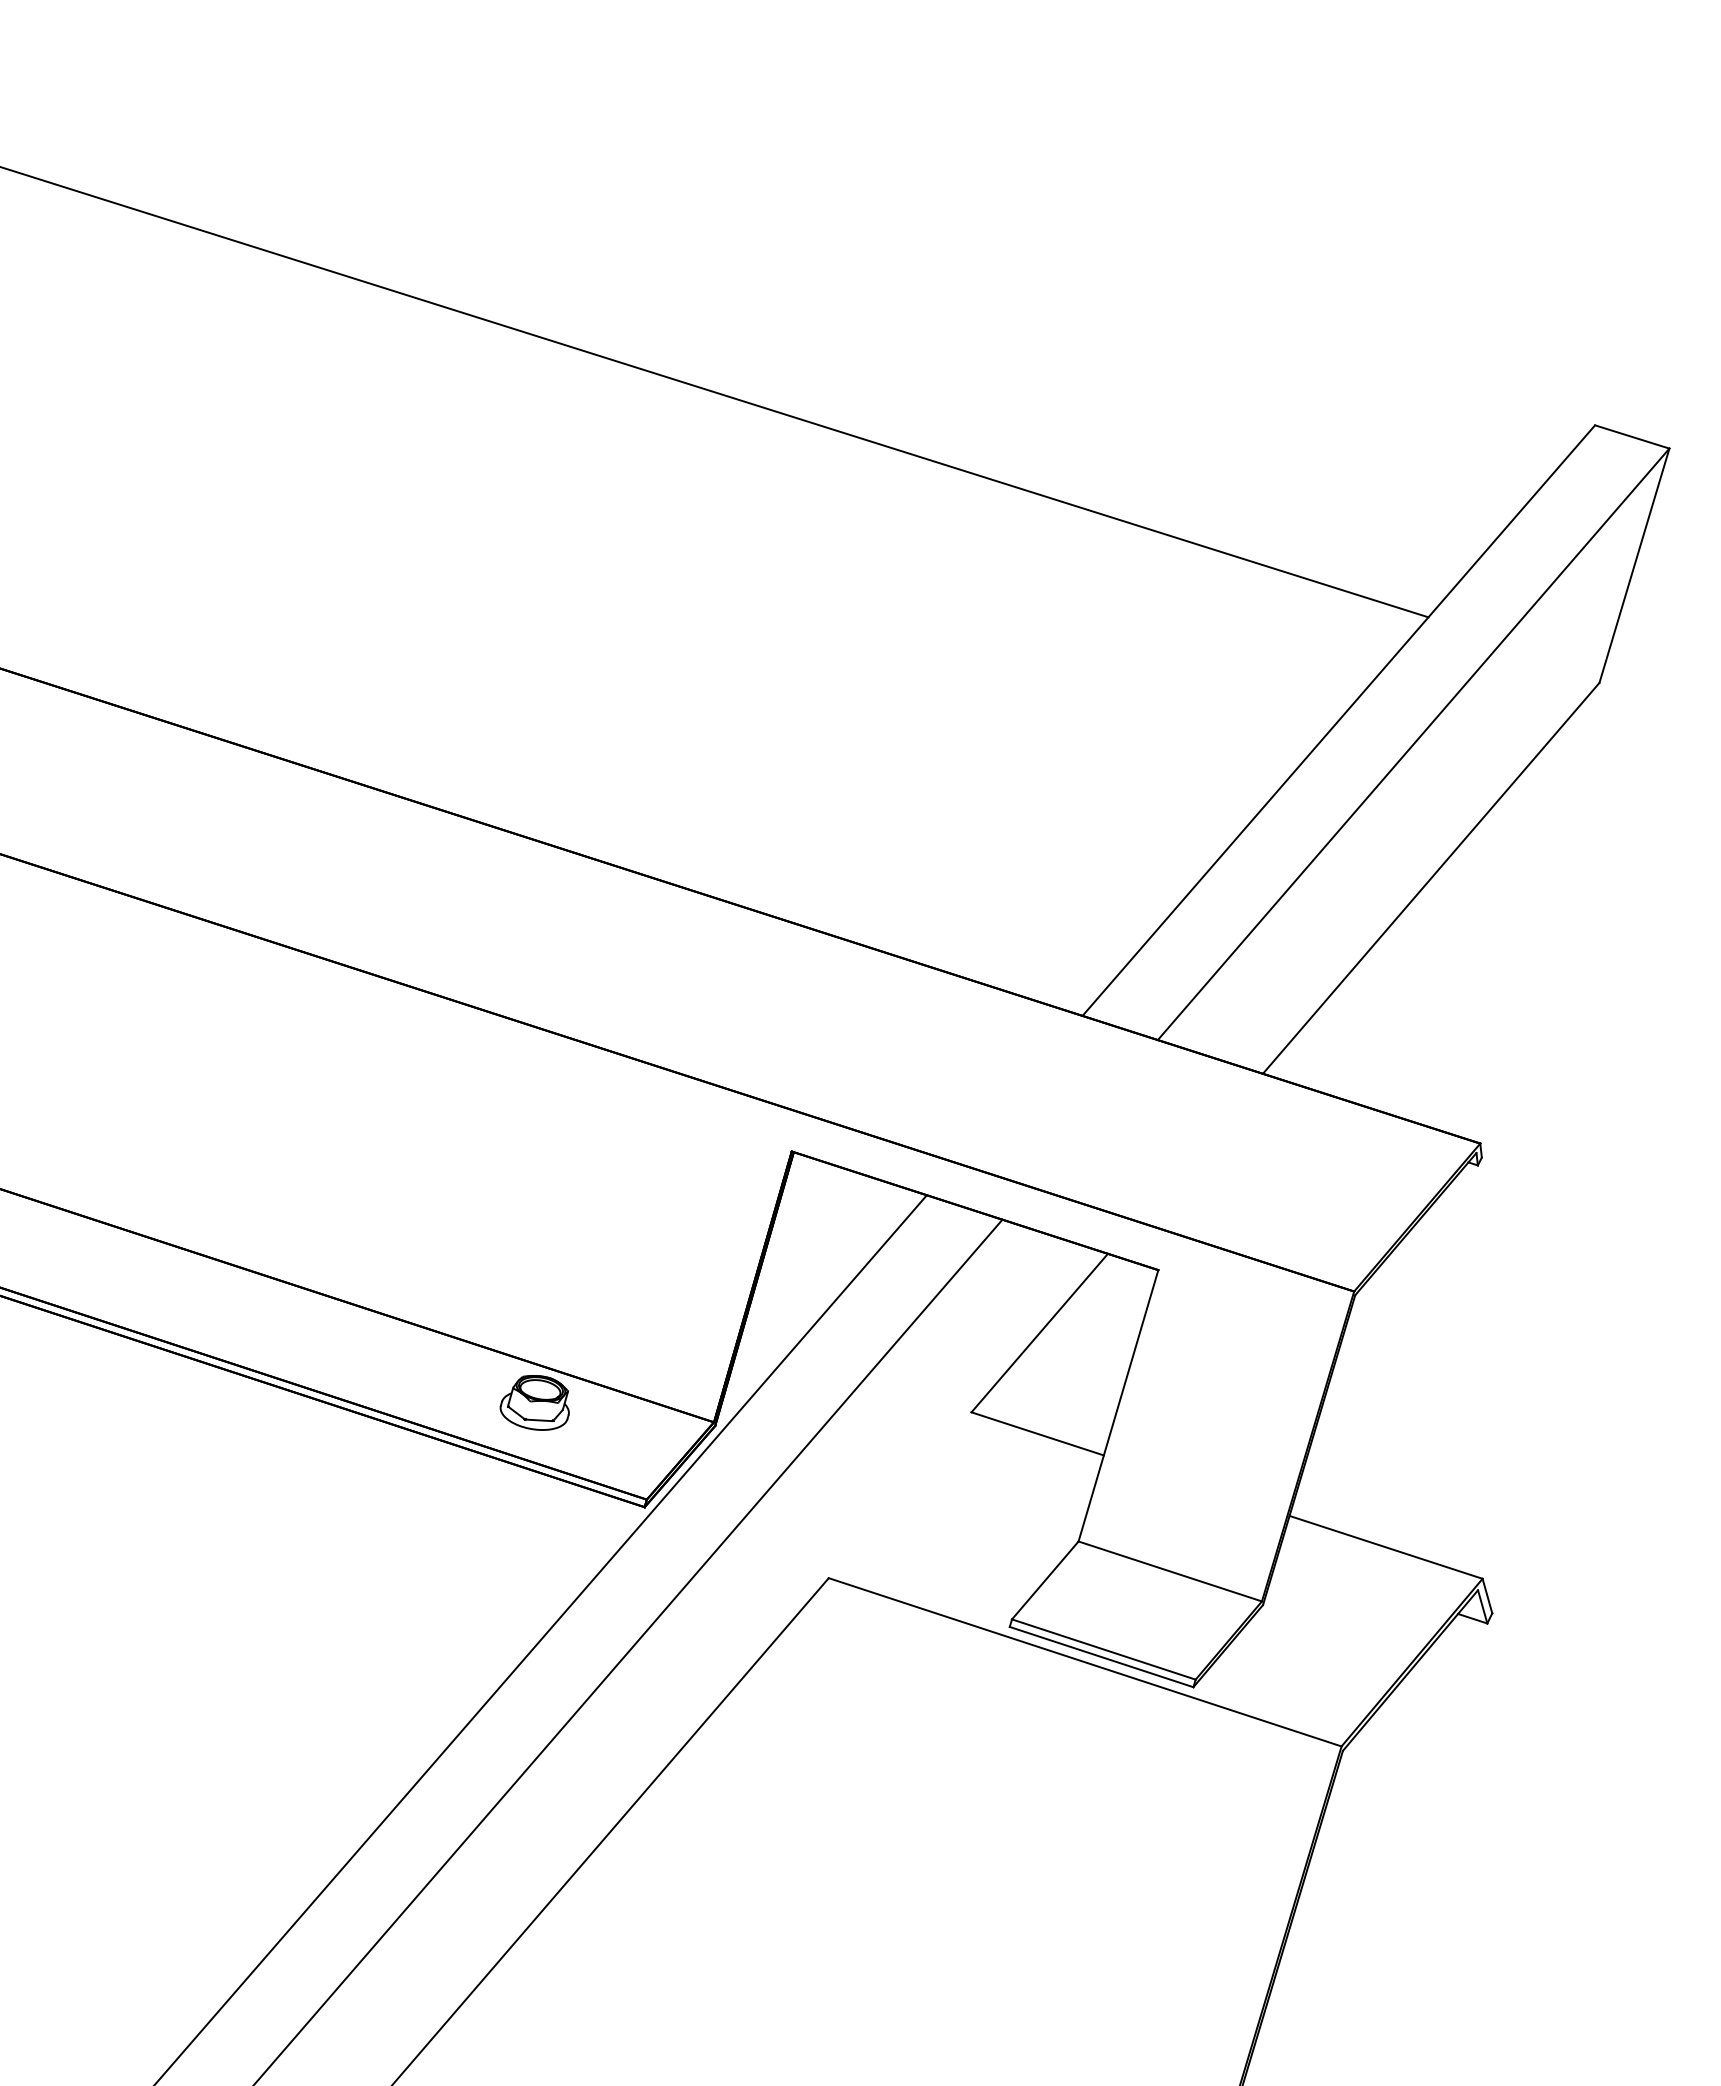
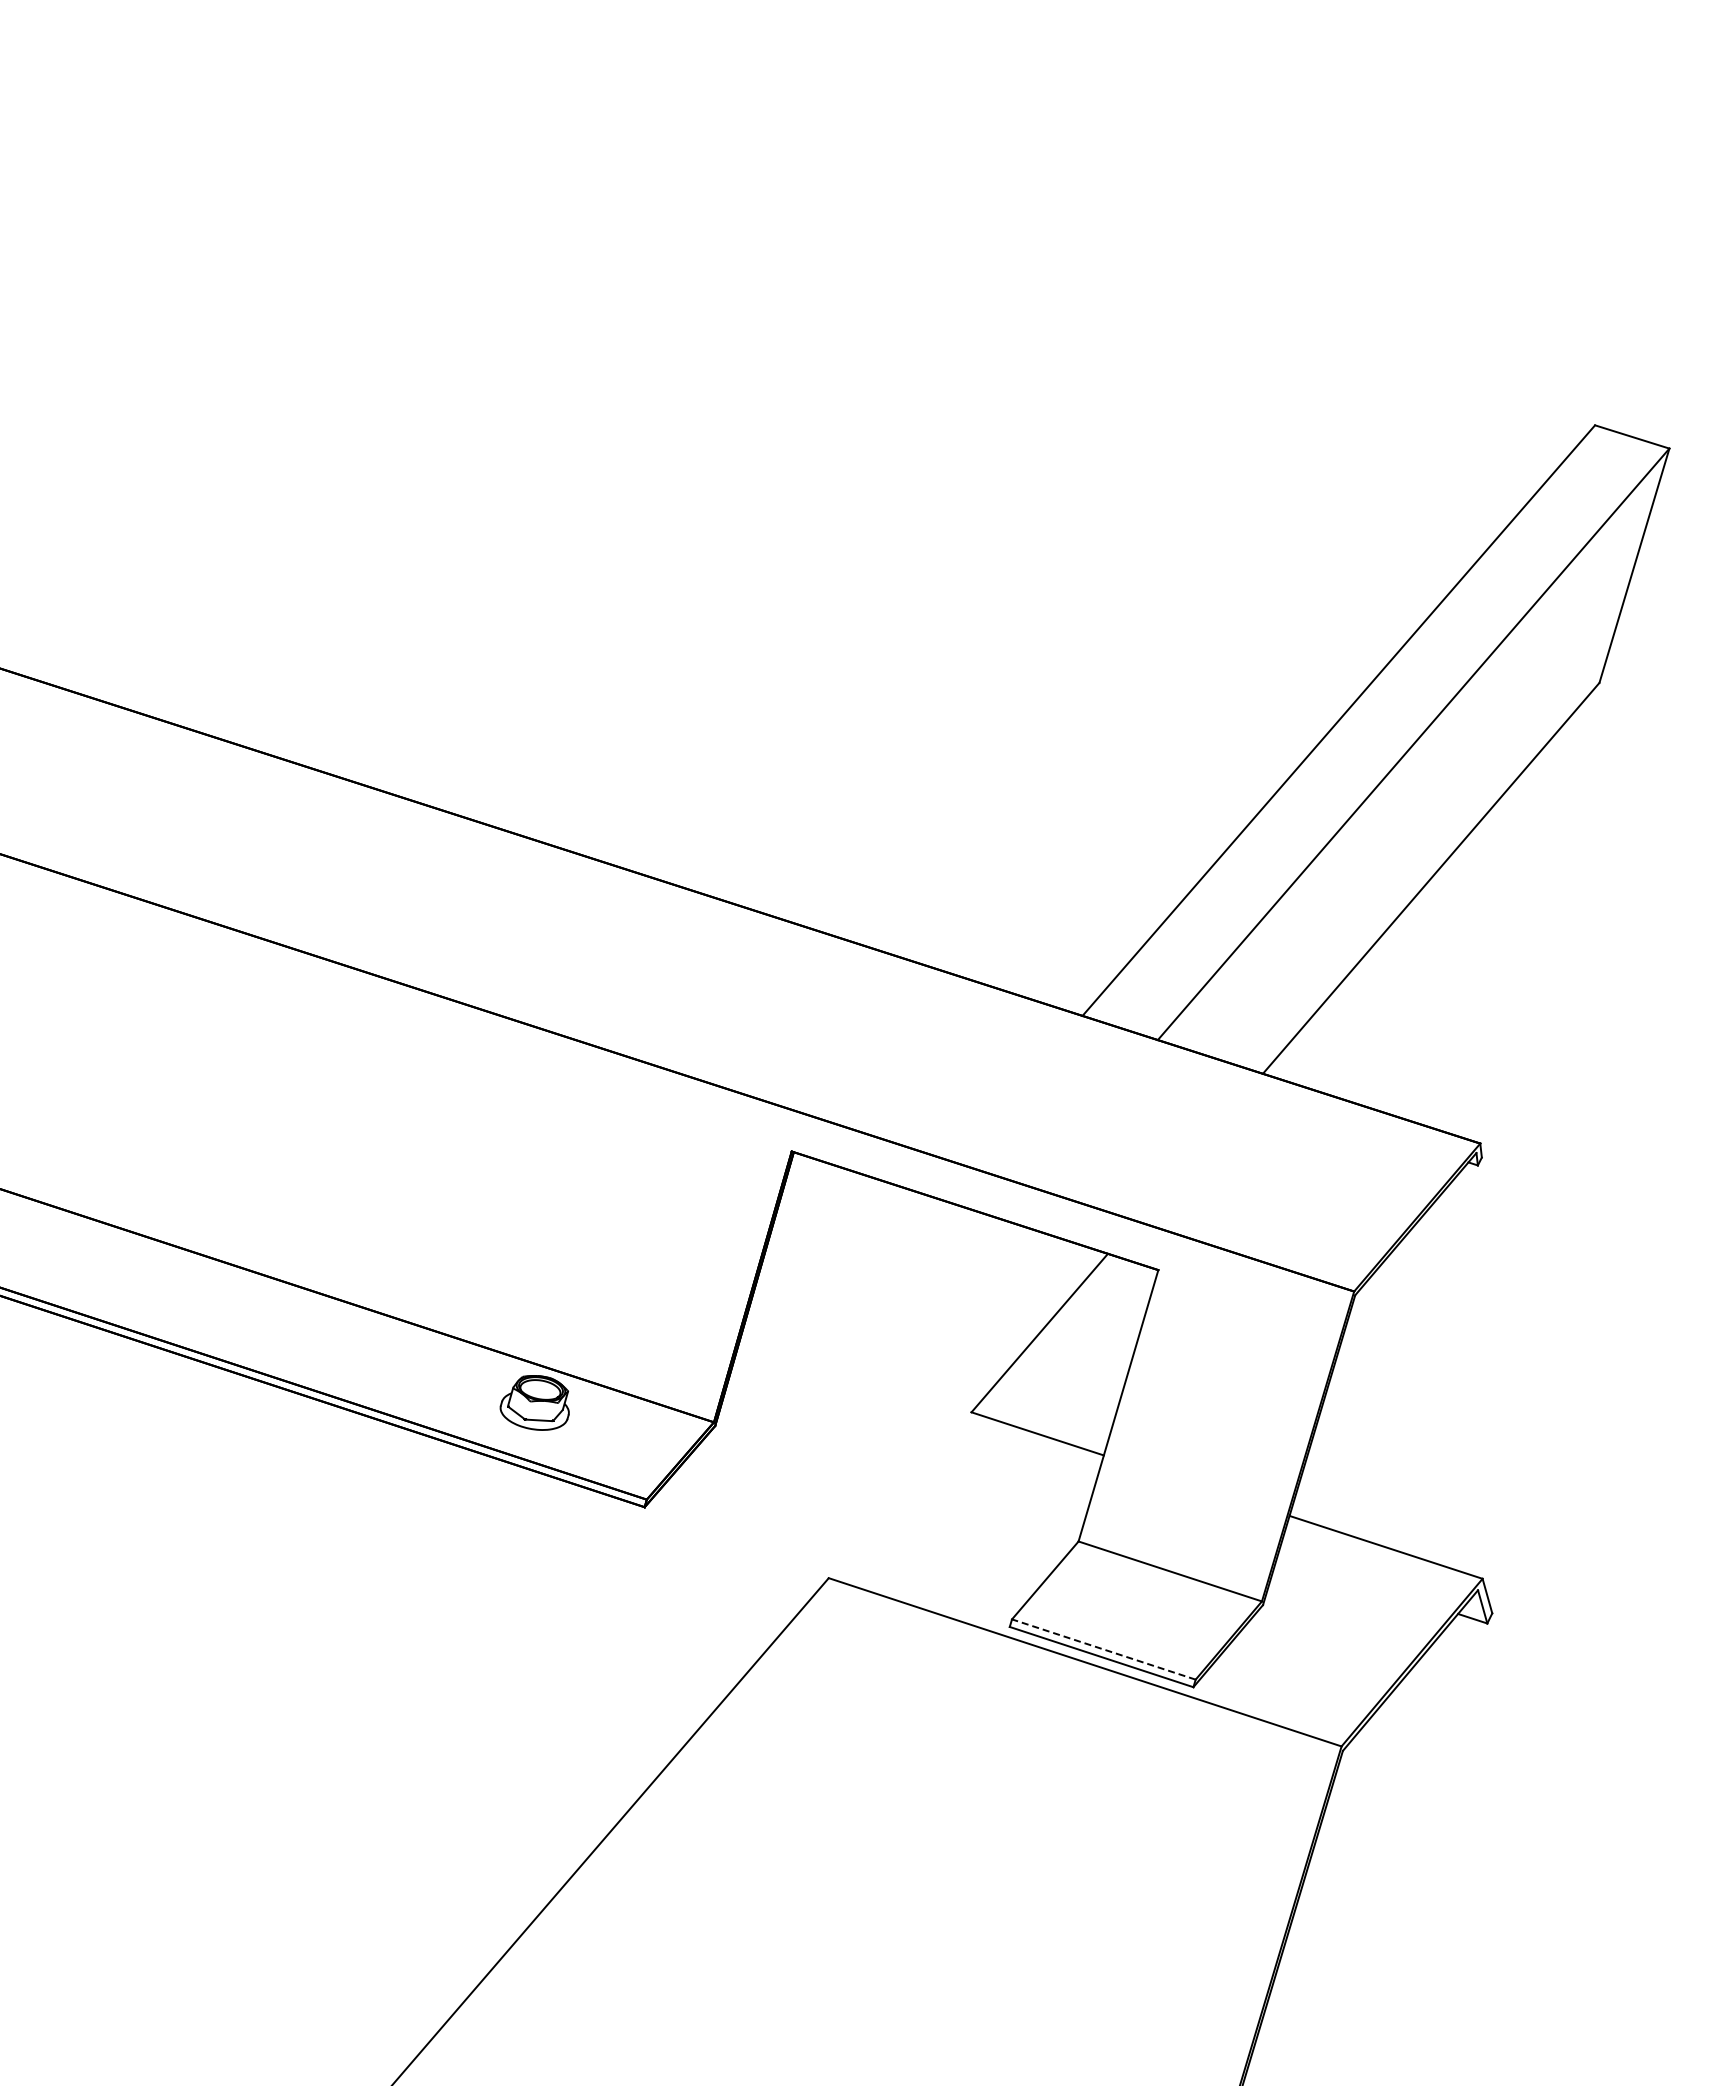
line at (715, 392): present -> none
line at (541, 1638): present -> none
line at (1103, 1649): solid -> dashed
line at (628, 1650): present -> none
